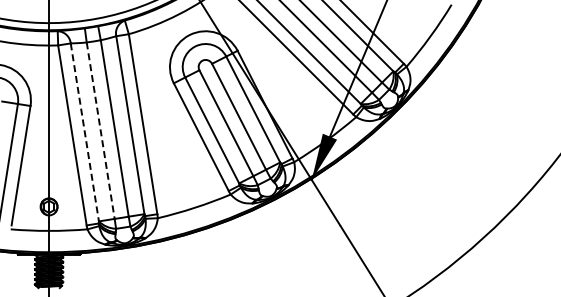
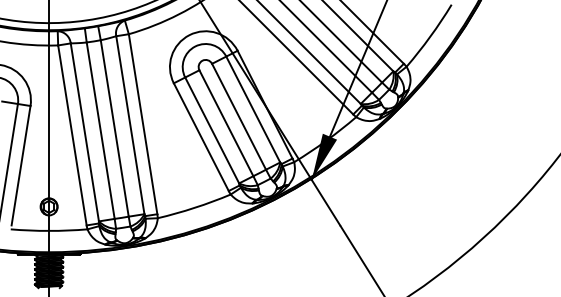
line at (100, 131): dashed -> solid
line at (84, 132): dashed -> solid
